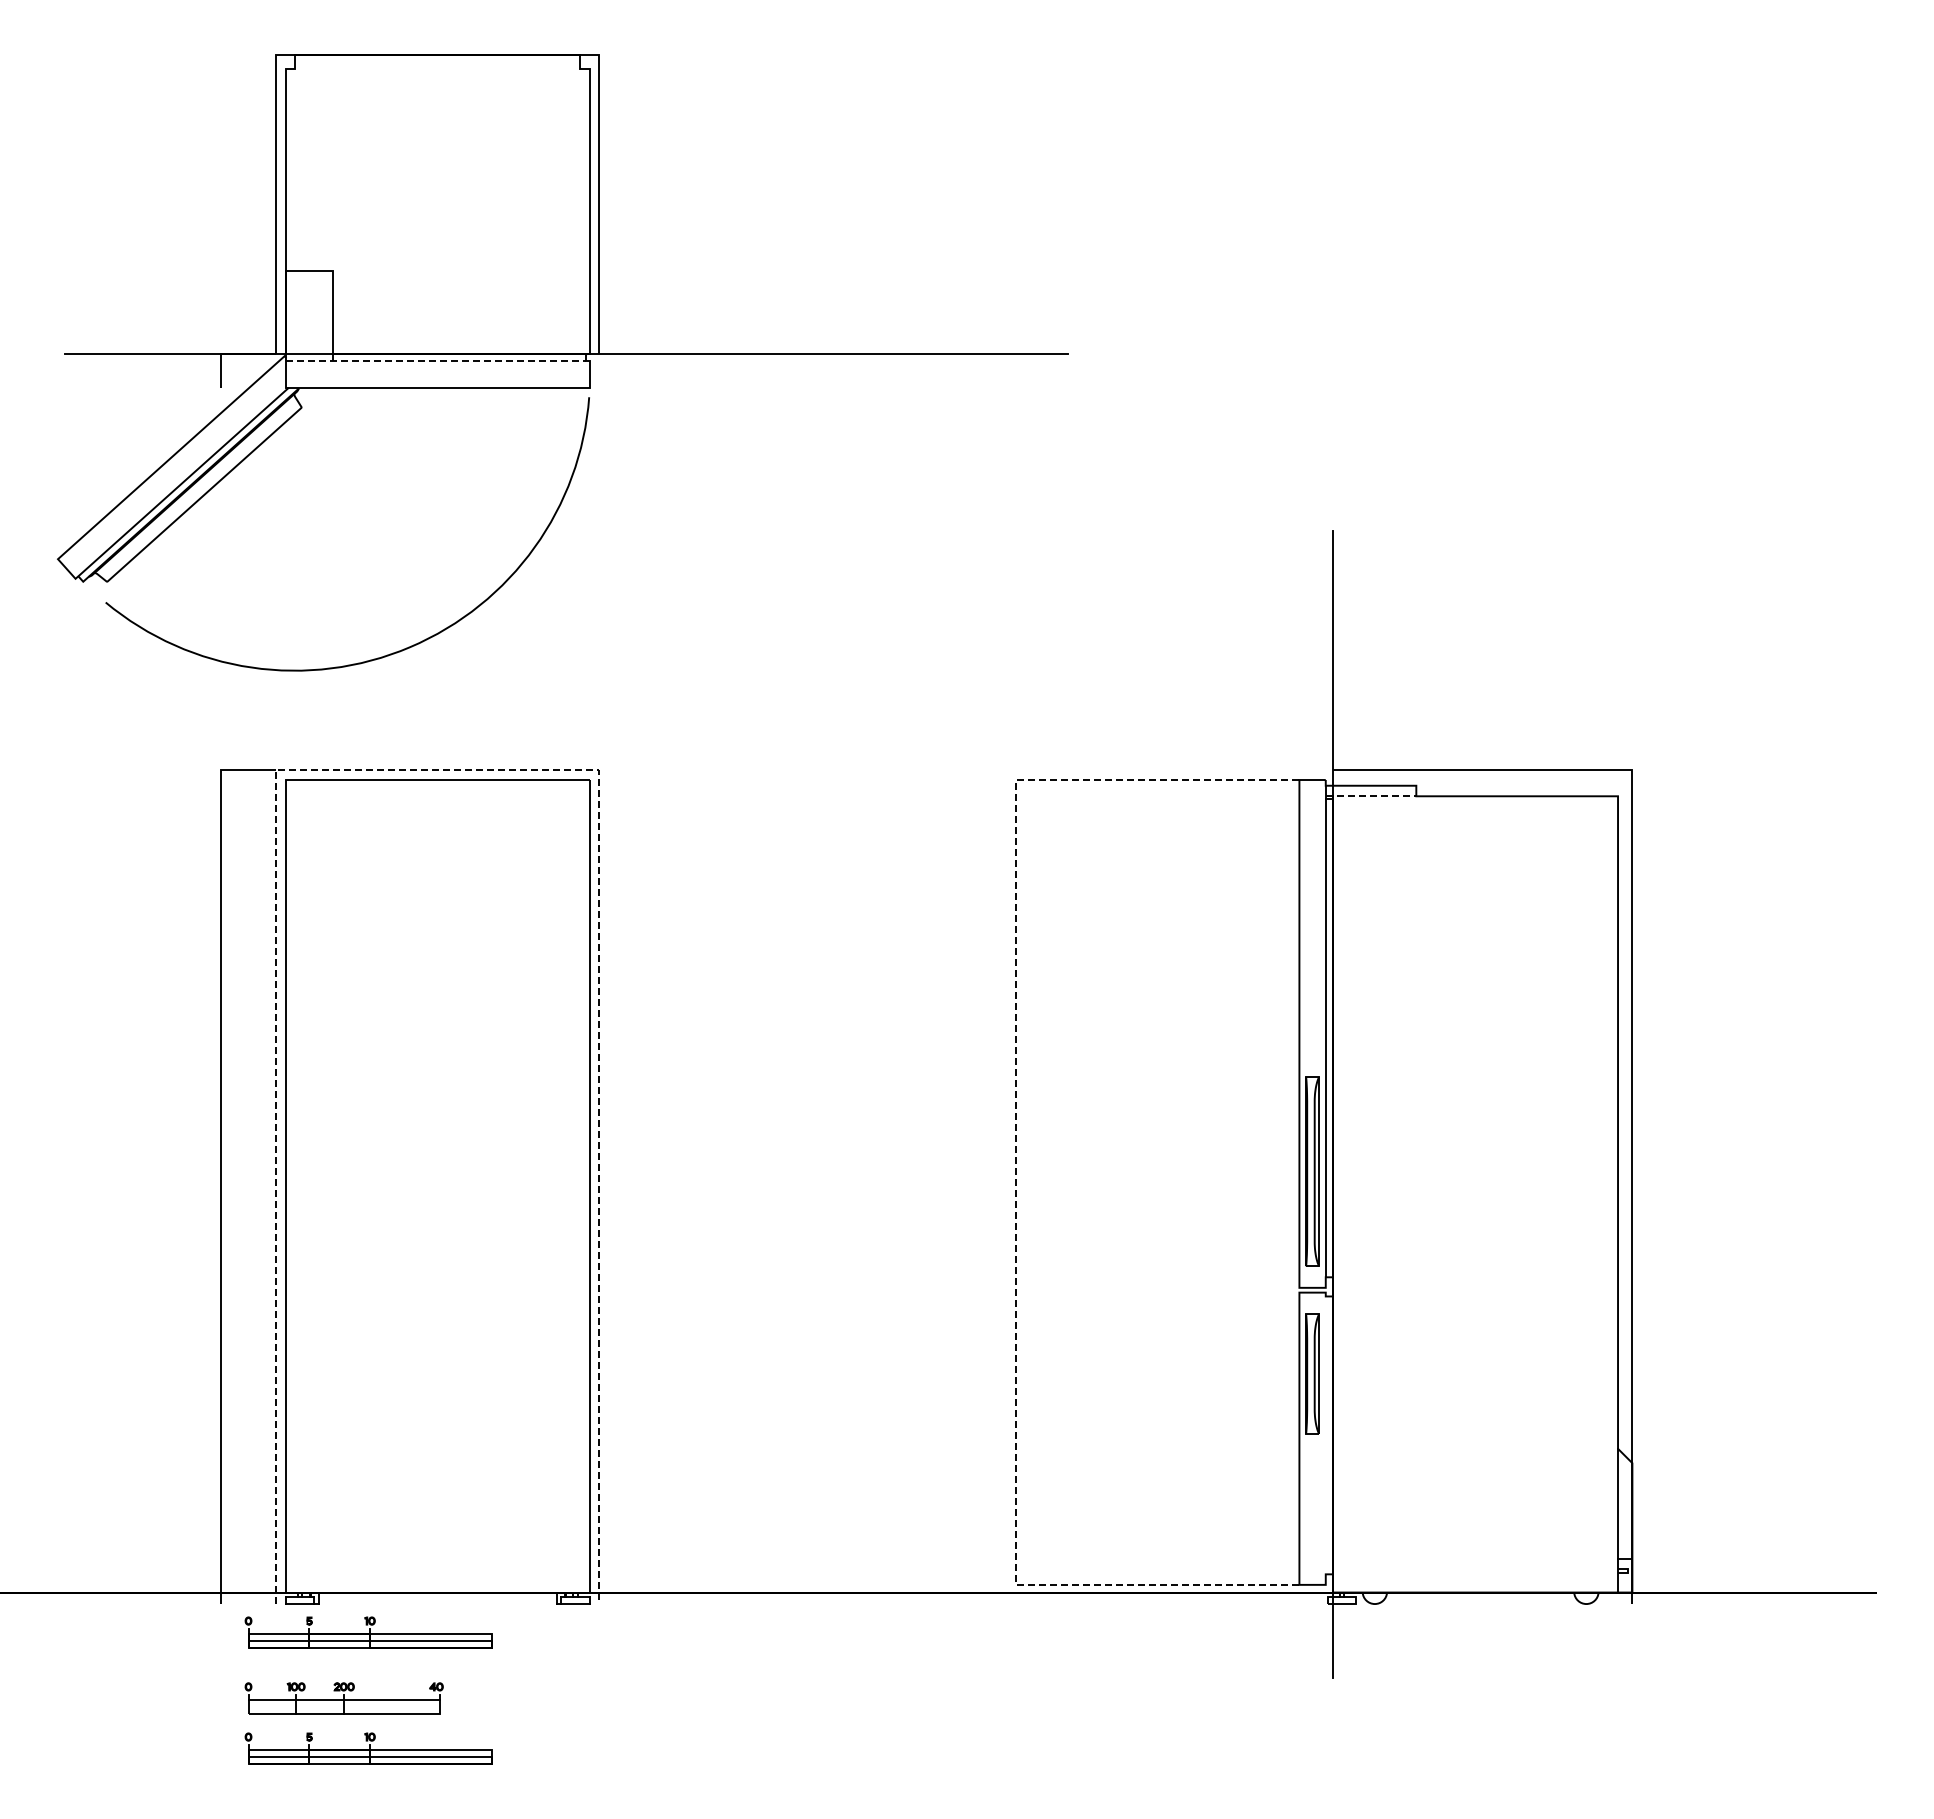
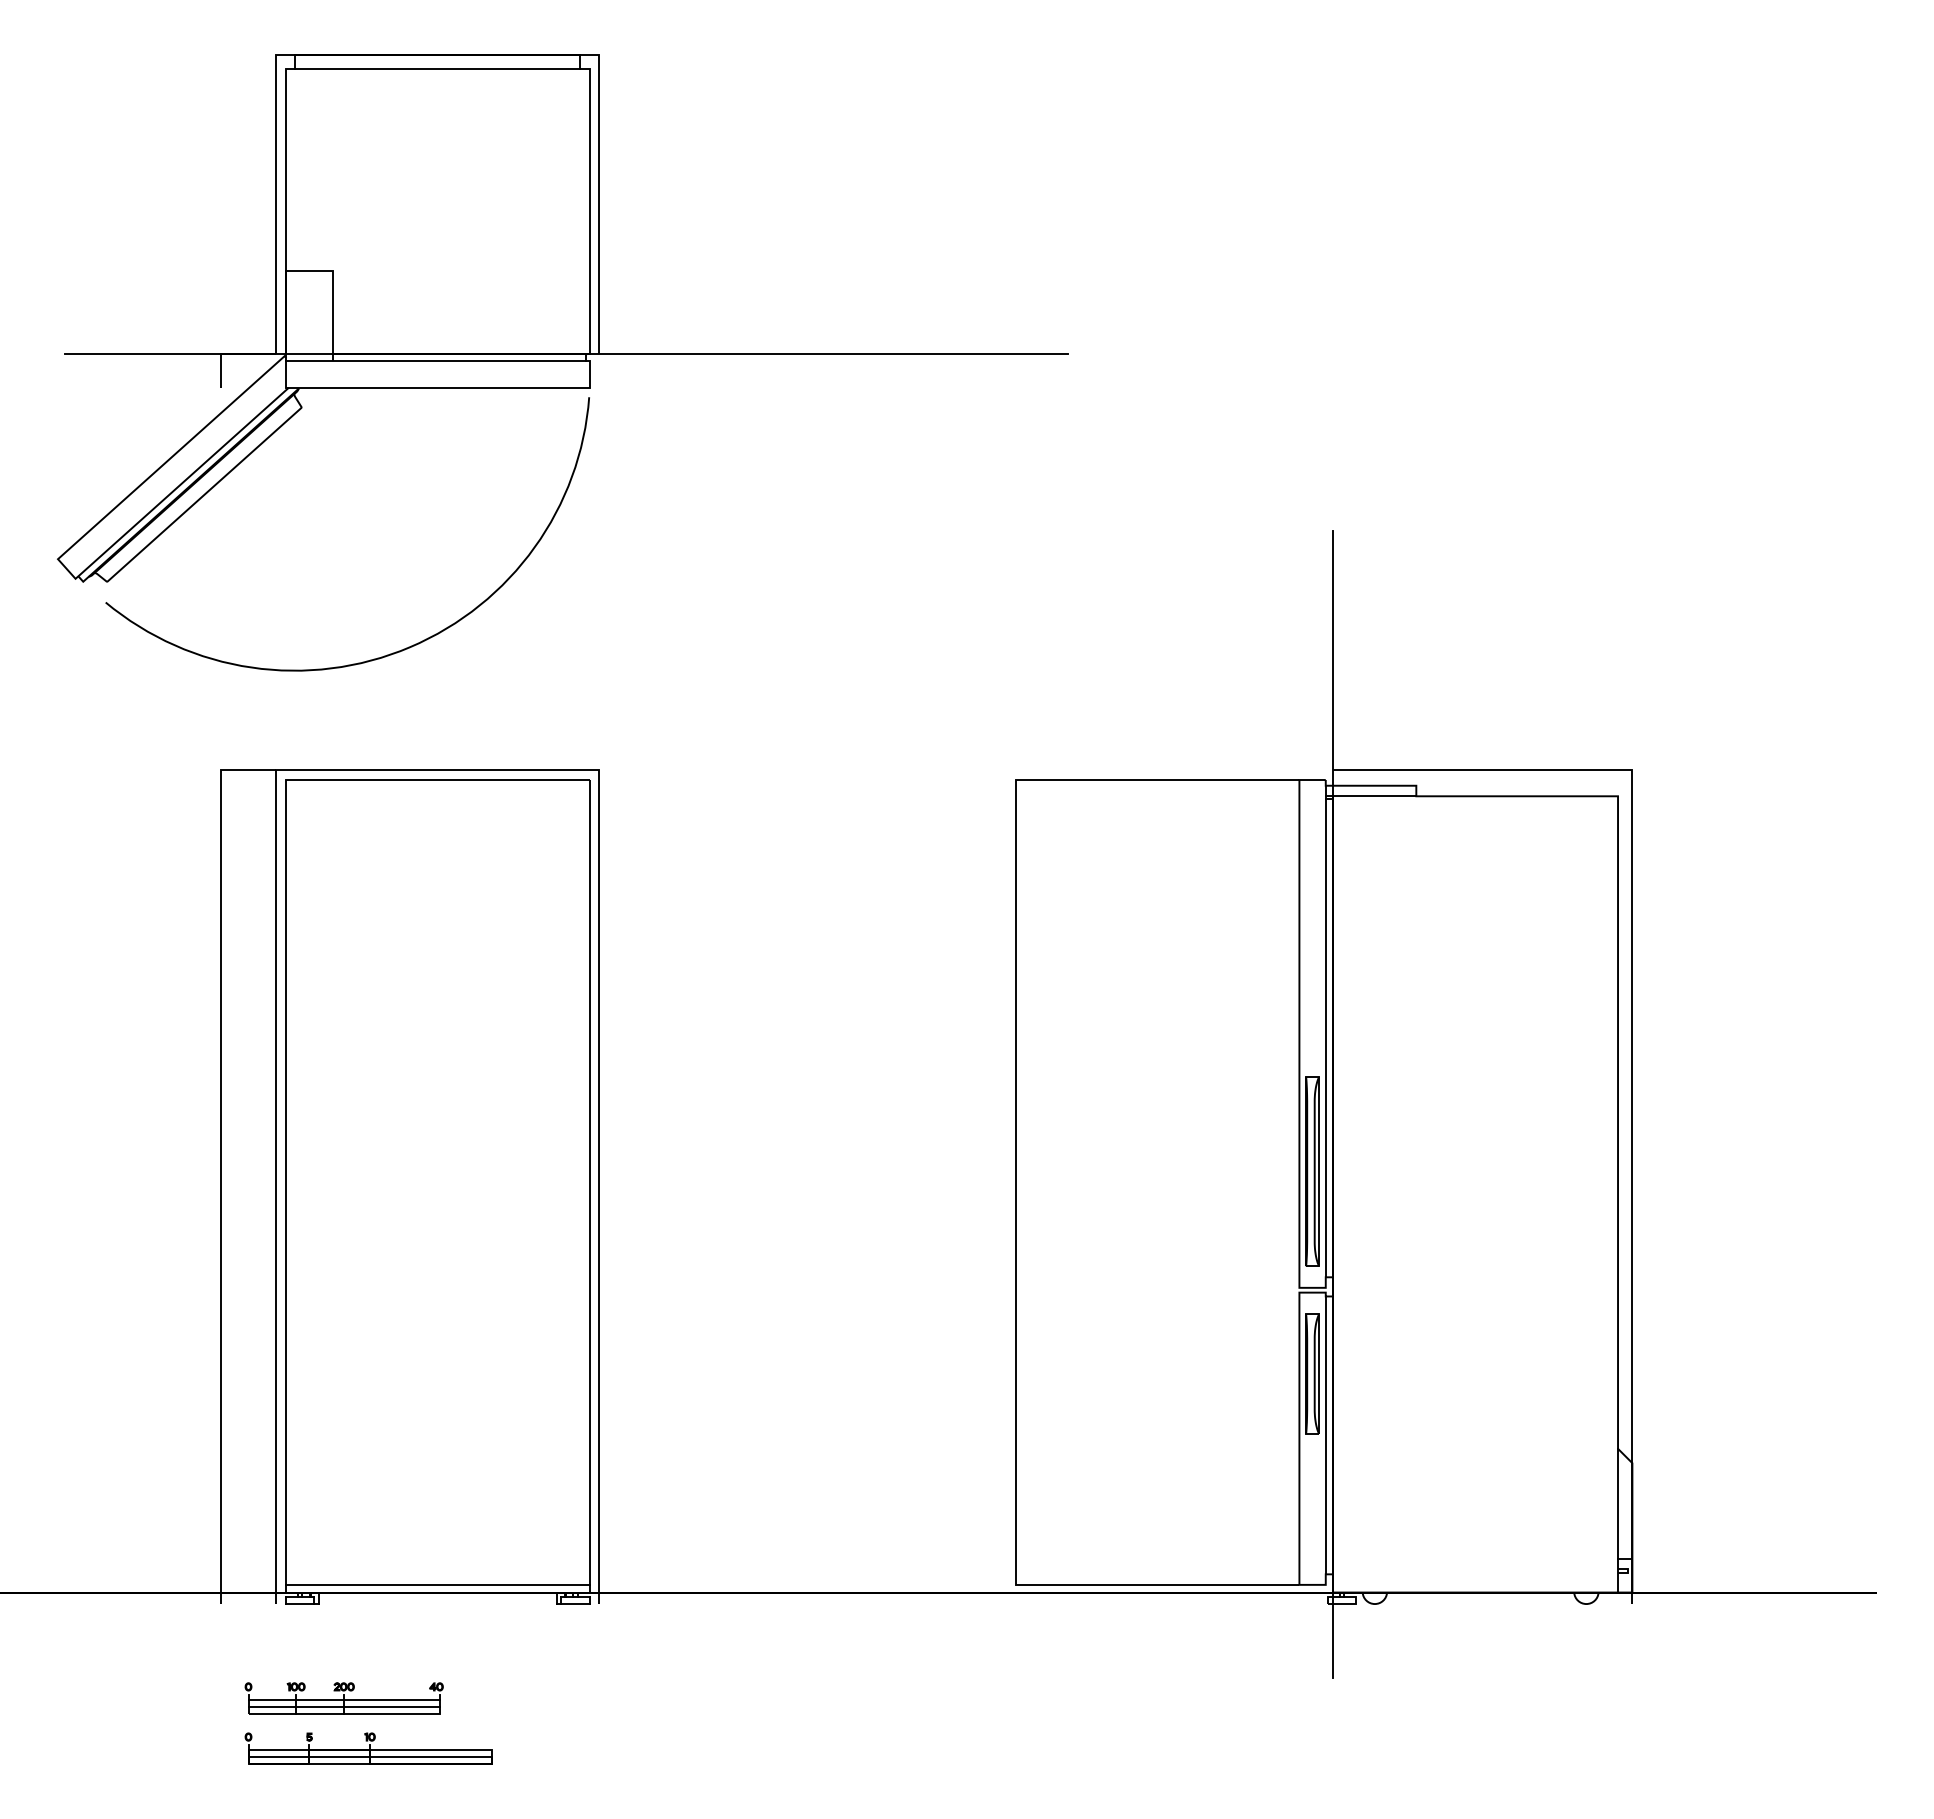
line at (437, 68): none -> present
line at (436, 361): dashed -> solid
line at (437, 770): dashed -> solid
line at (1371, 796): dashed -> solid
line at (1016, 1182): dashed -> solid
line at (1325, 1435): none -> present
line at (437, 1584): none -> present
part at (368, 1632): present -> none
line at (344, 1707): none -> present
